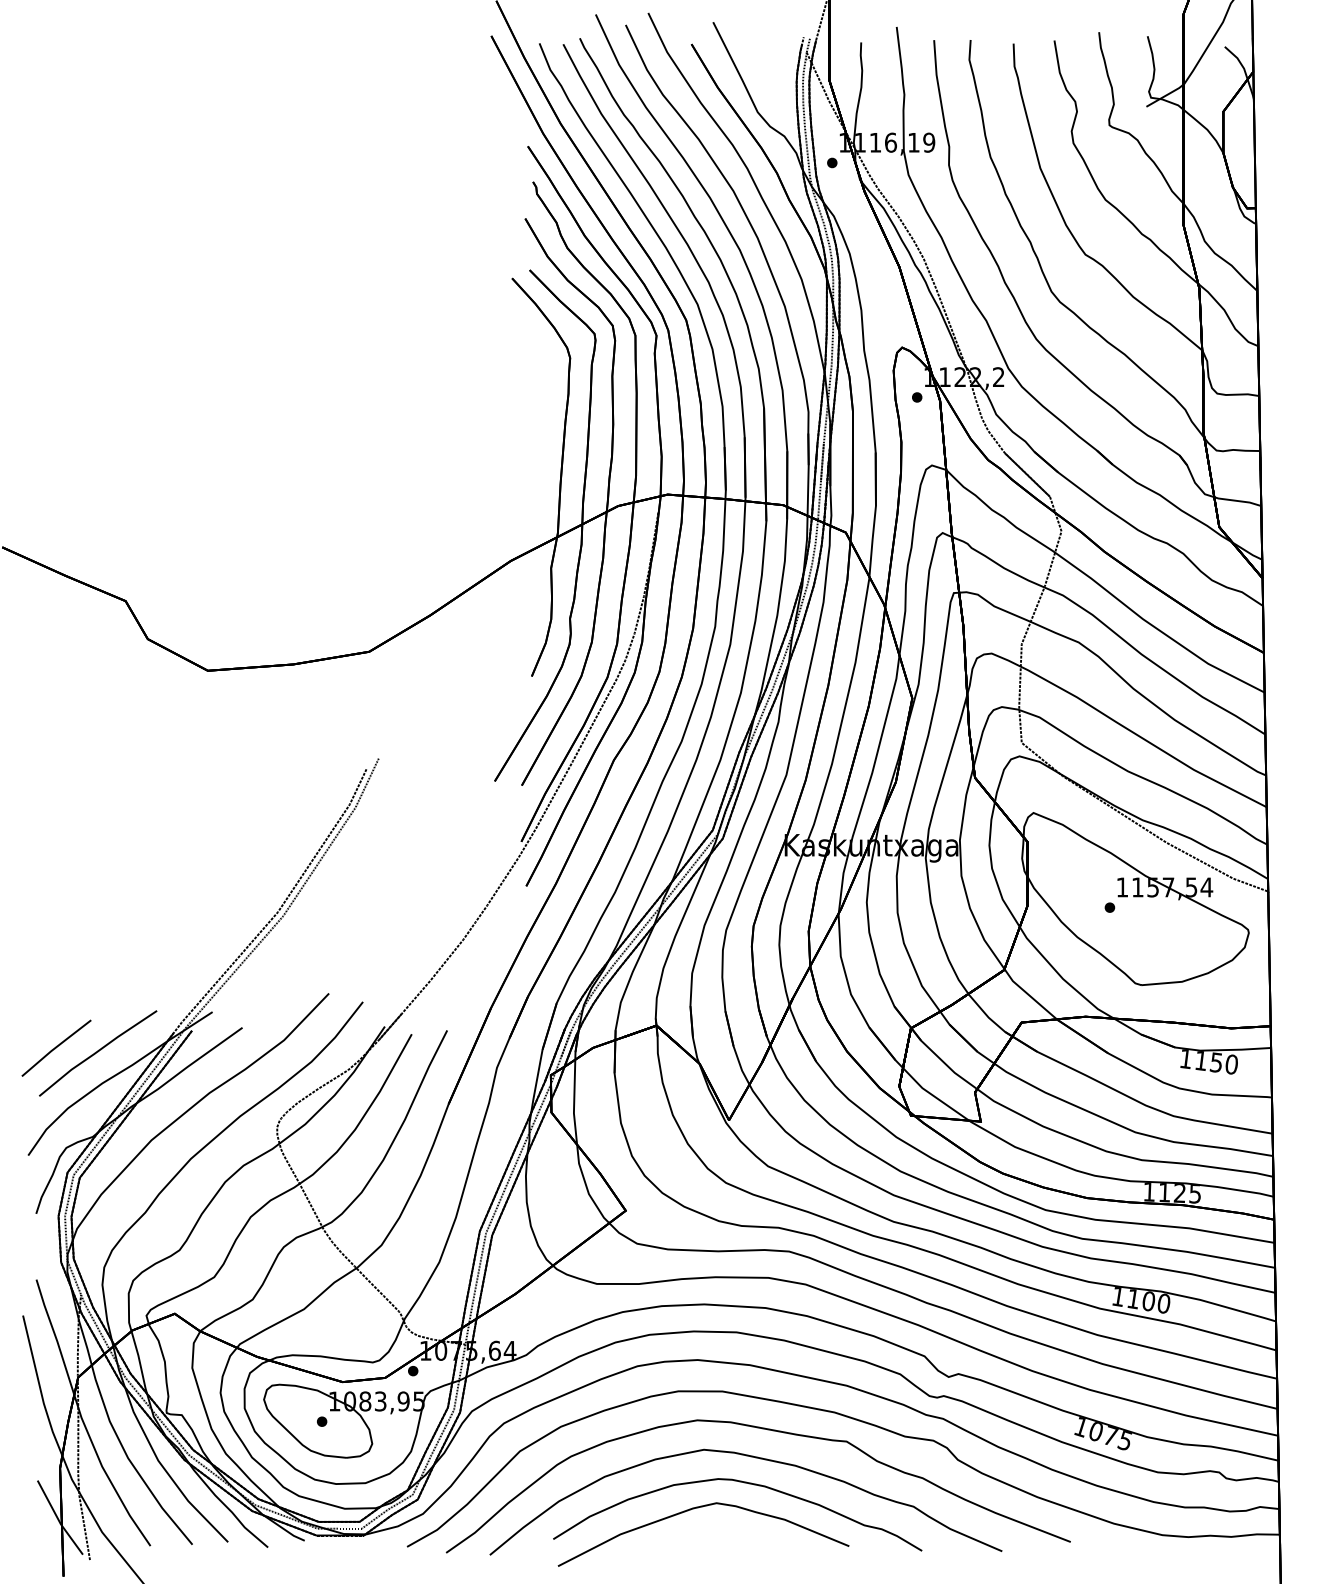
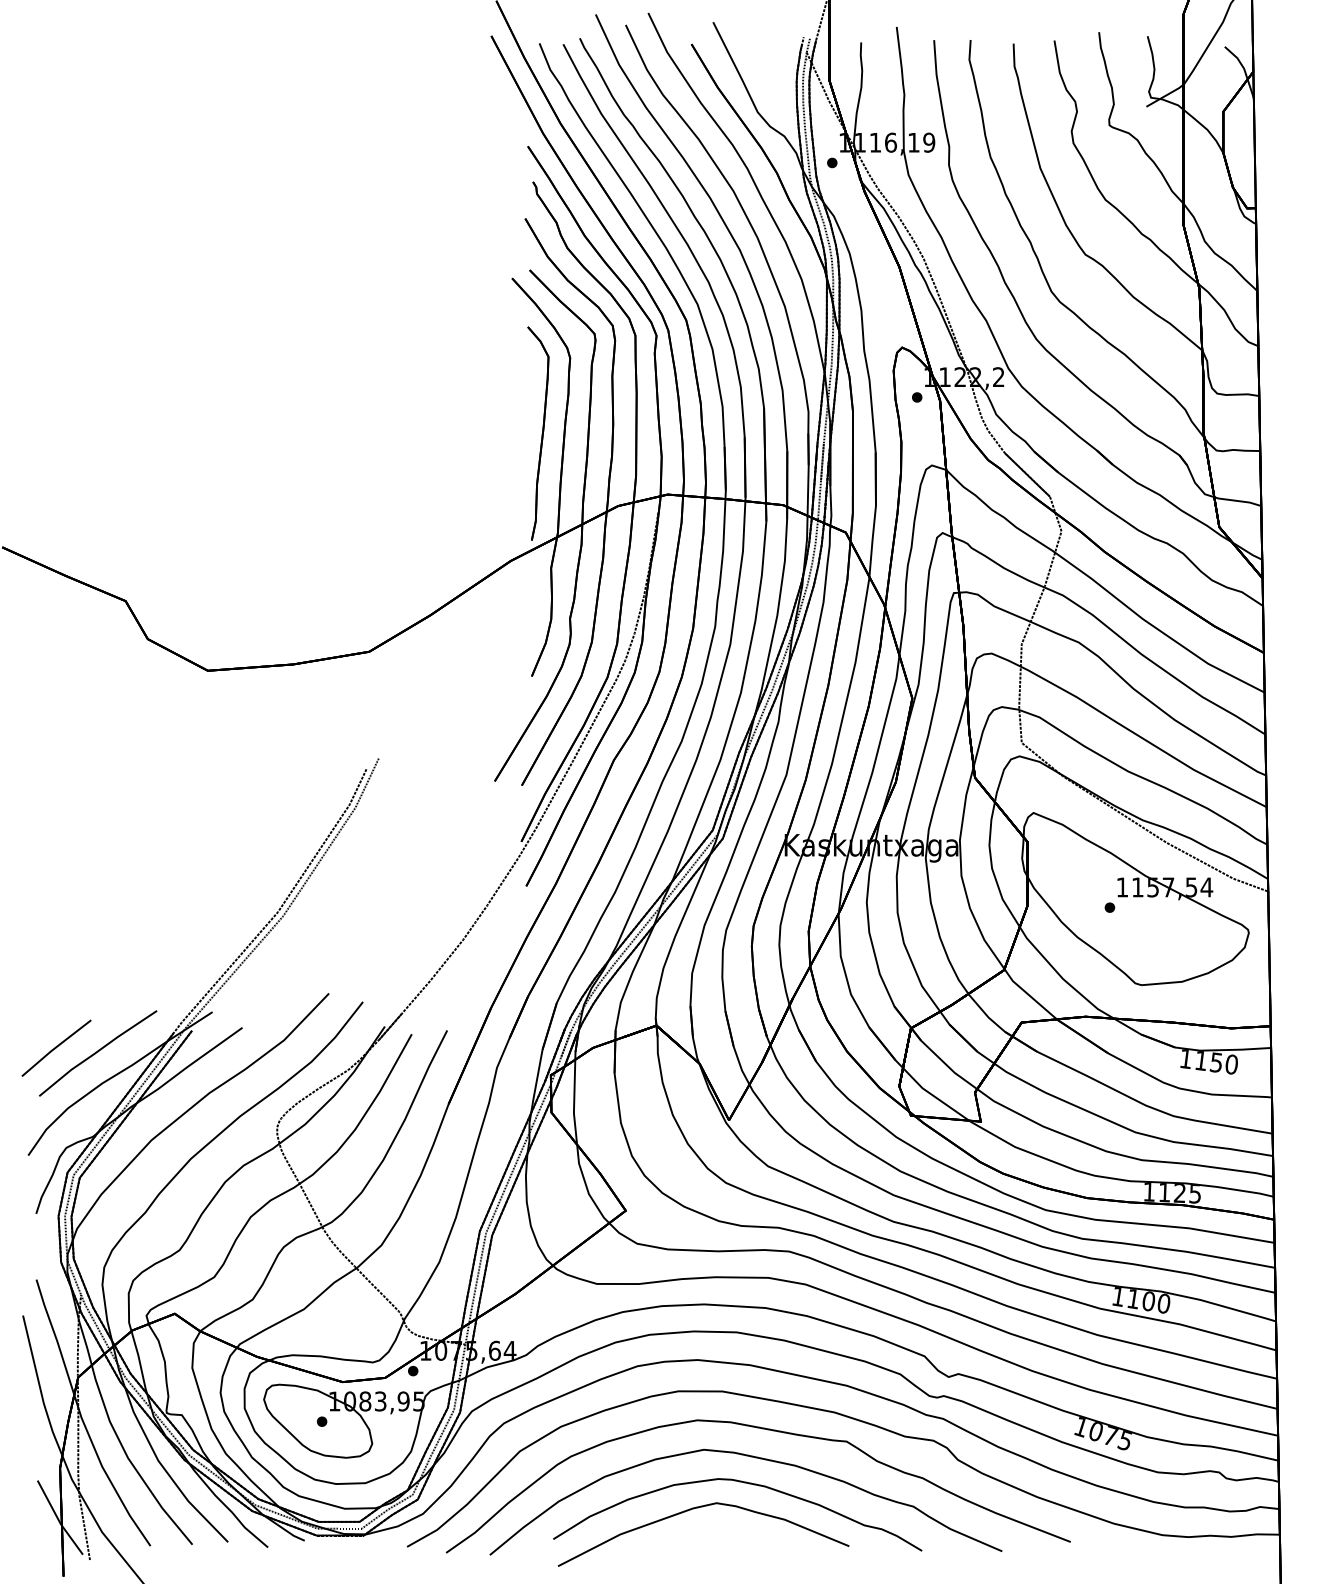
part at (538, 433): none -> present
